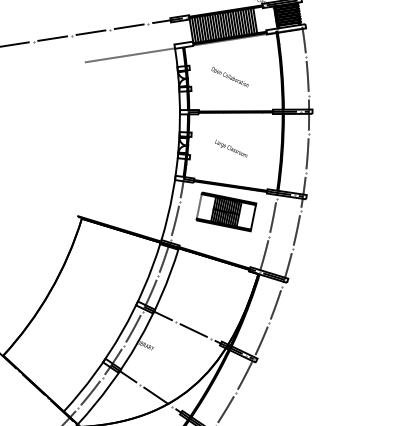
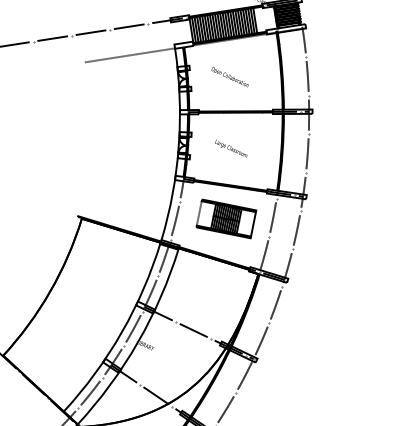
part at (226, 211) position: (226, 211) -> (226, 218)
